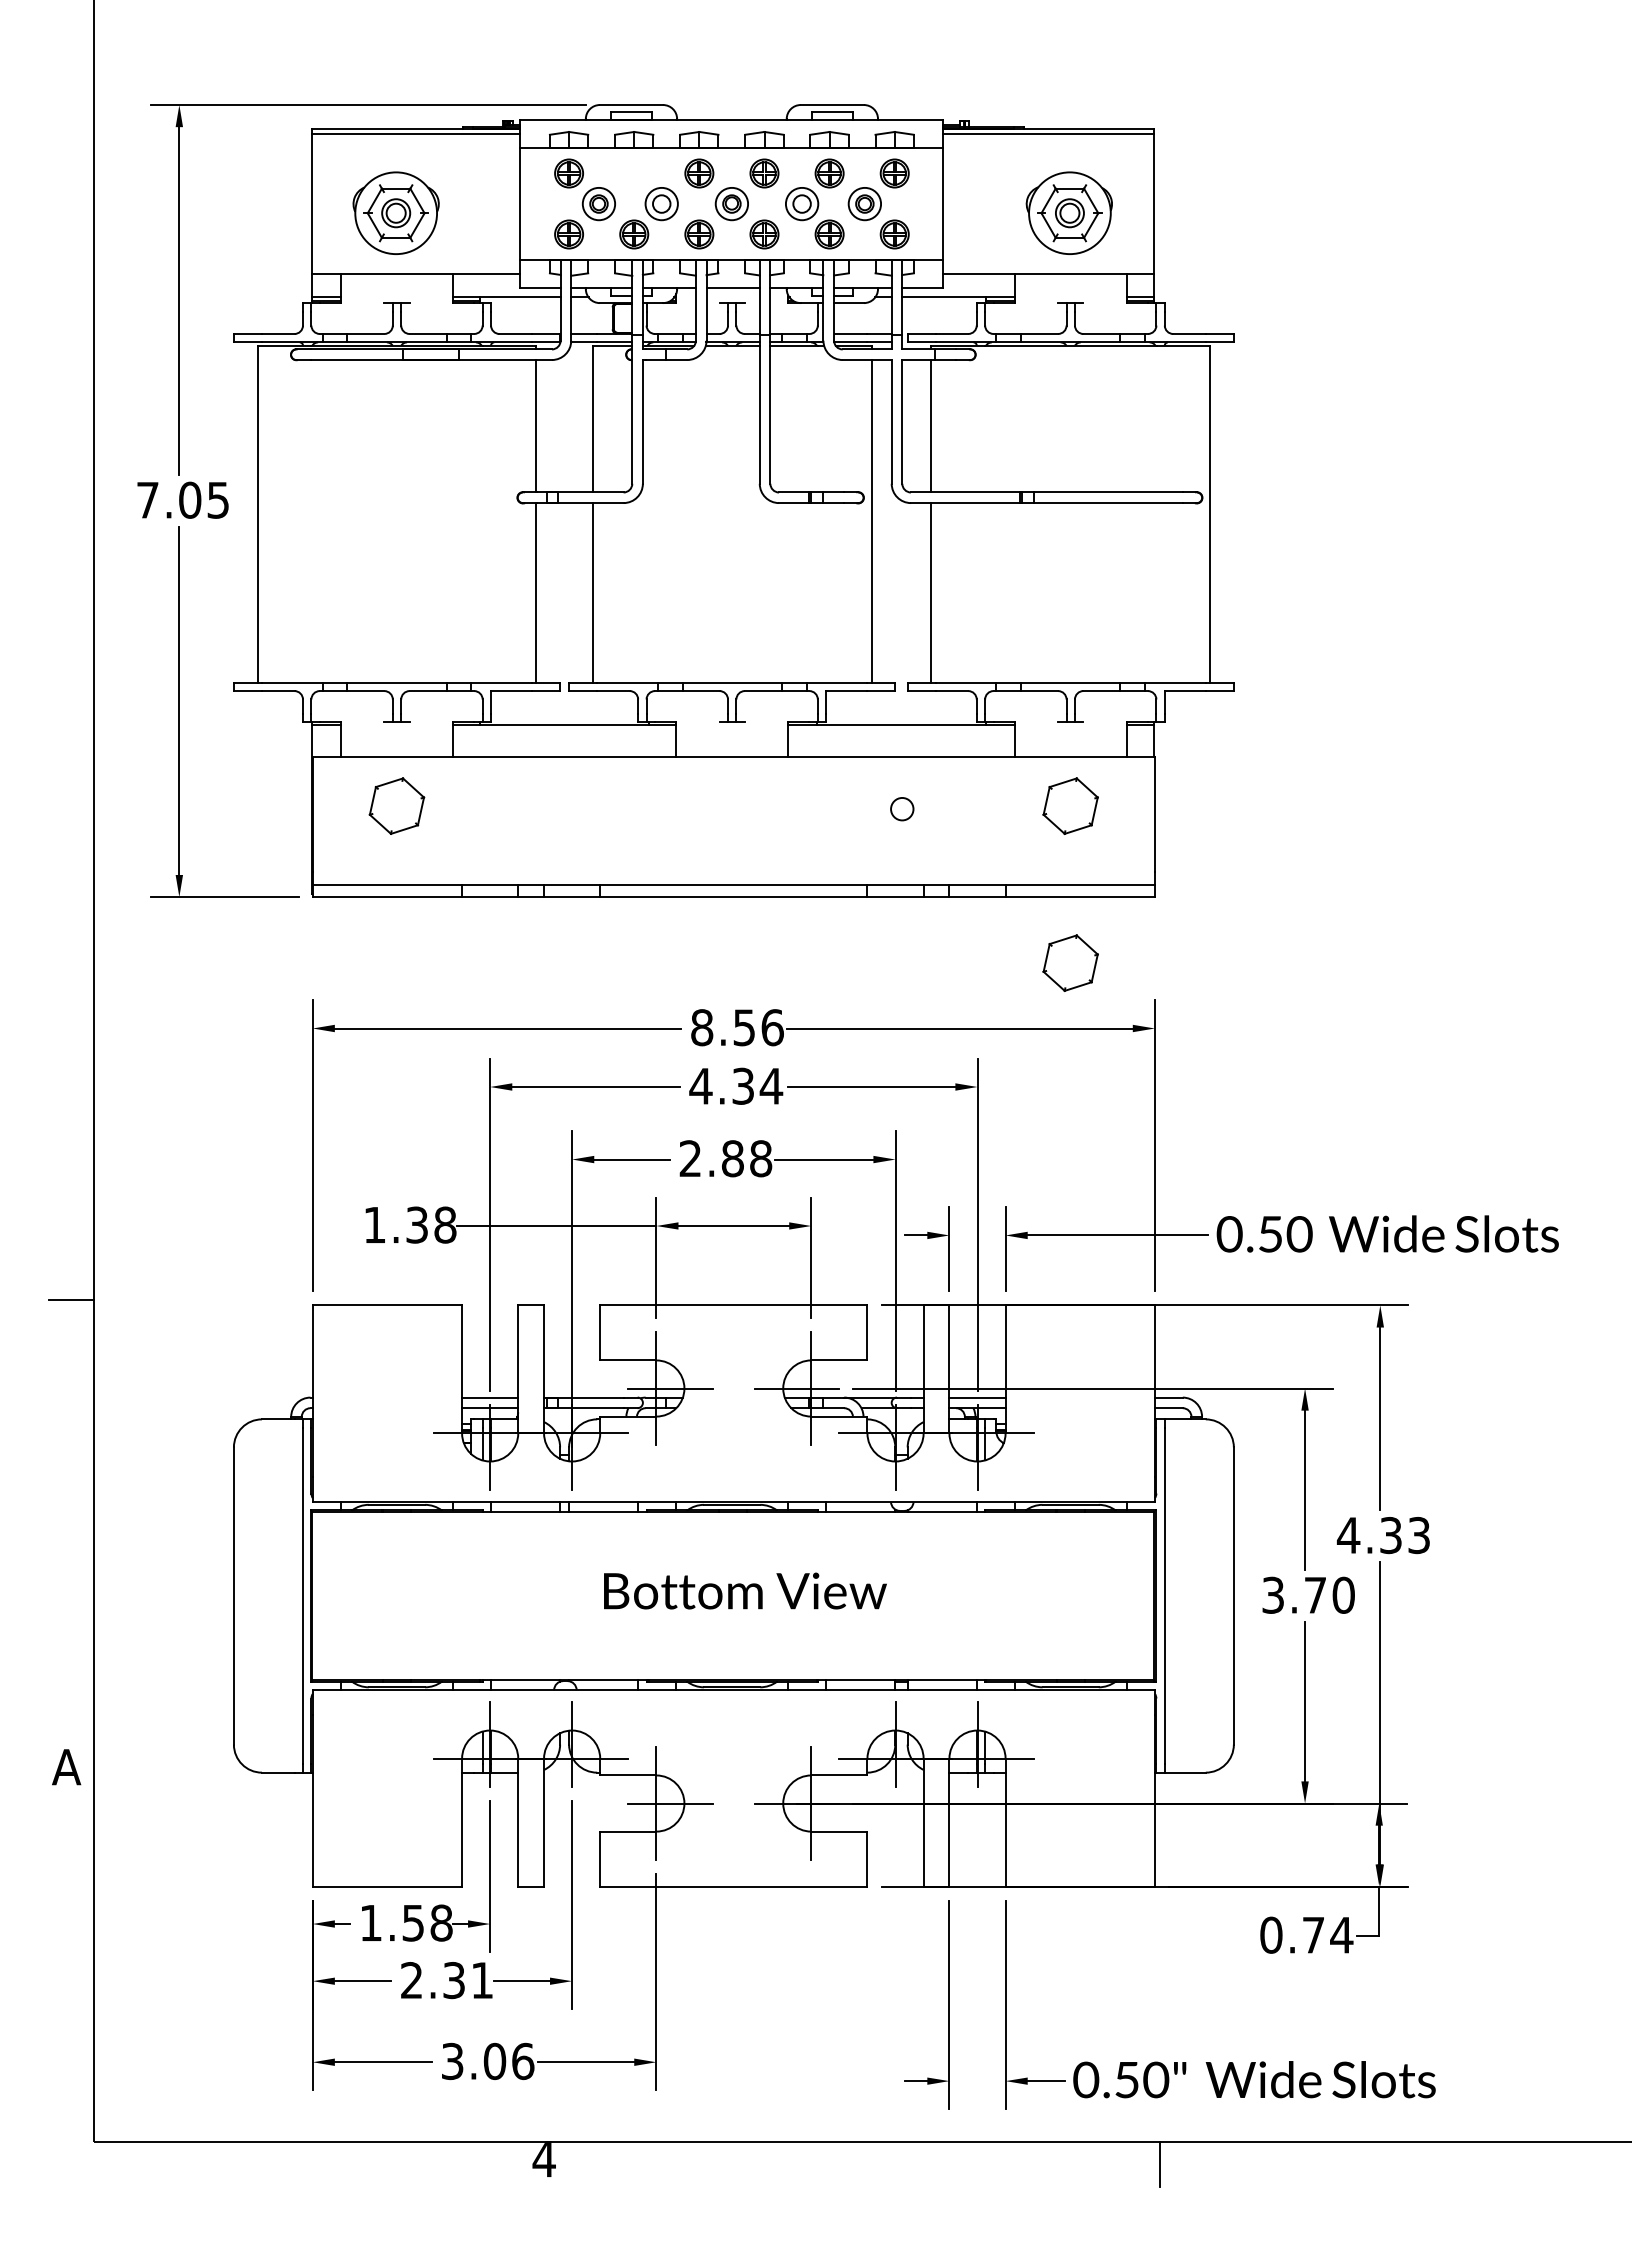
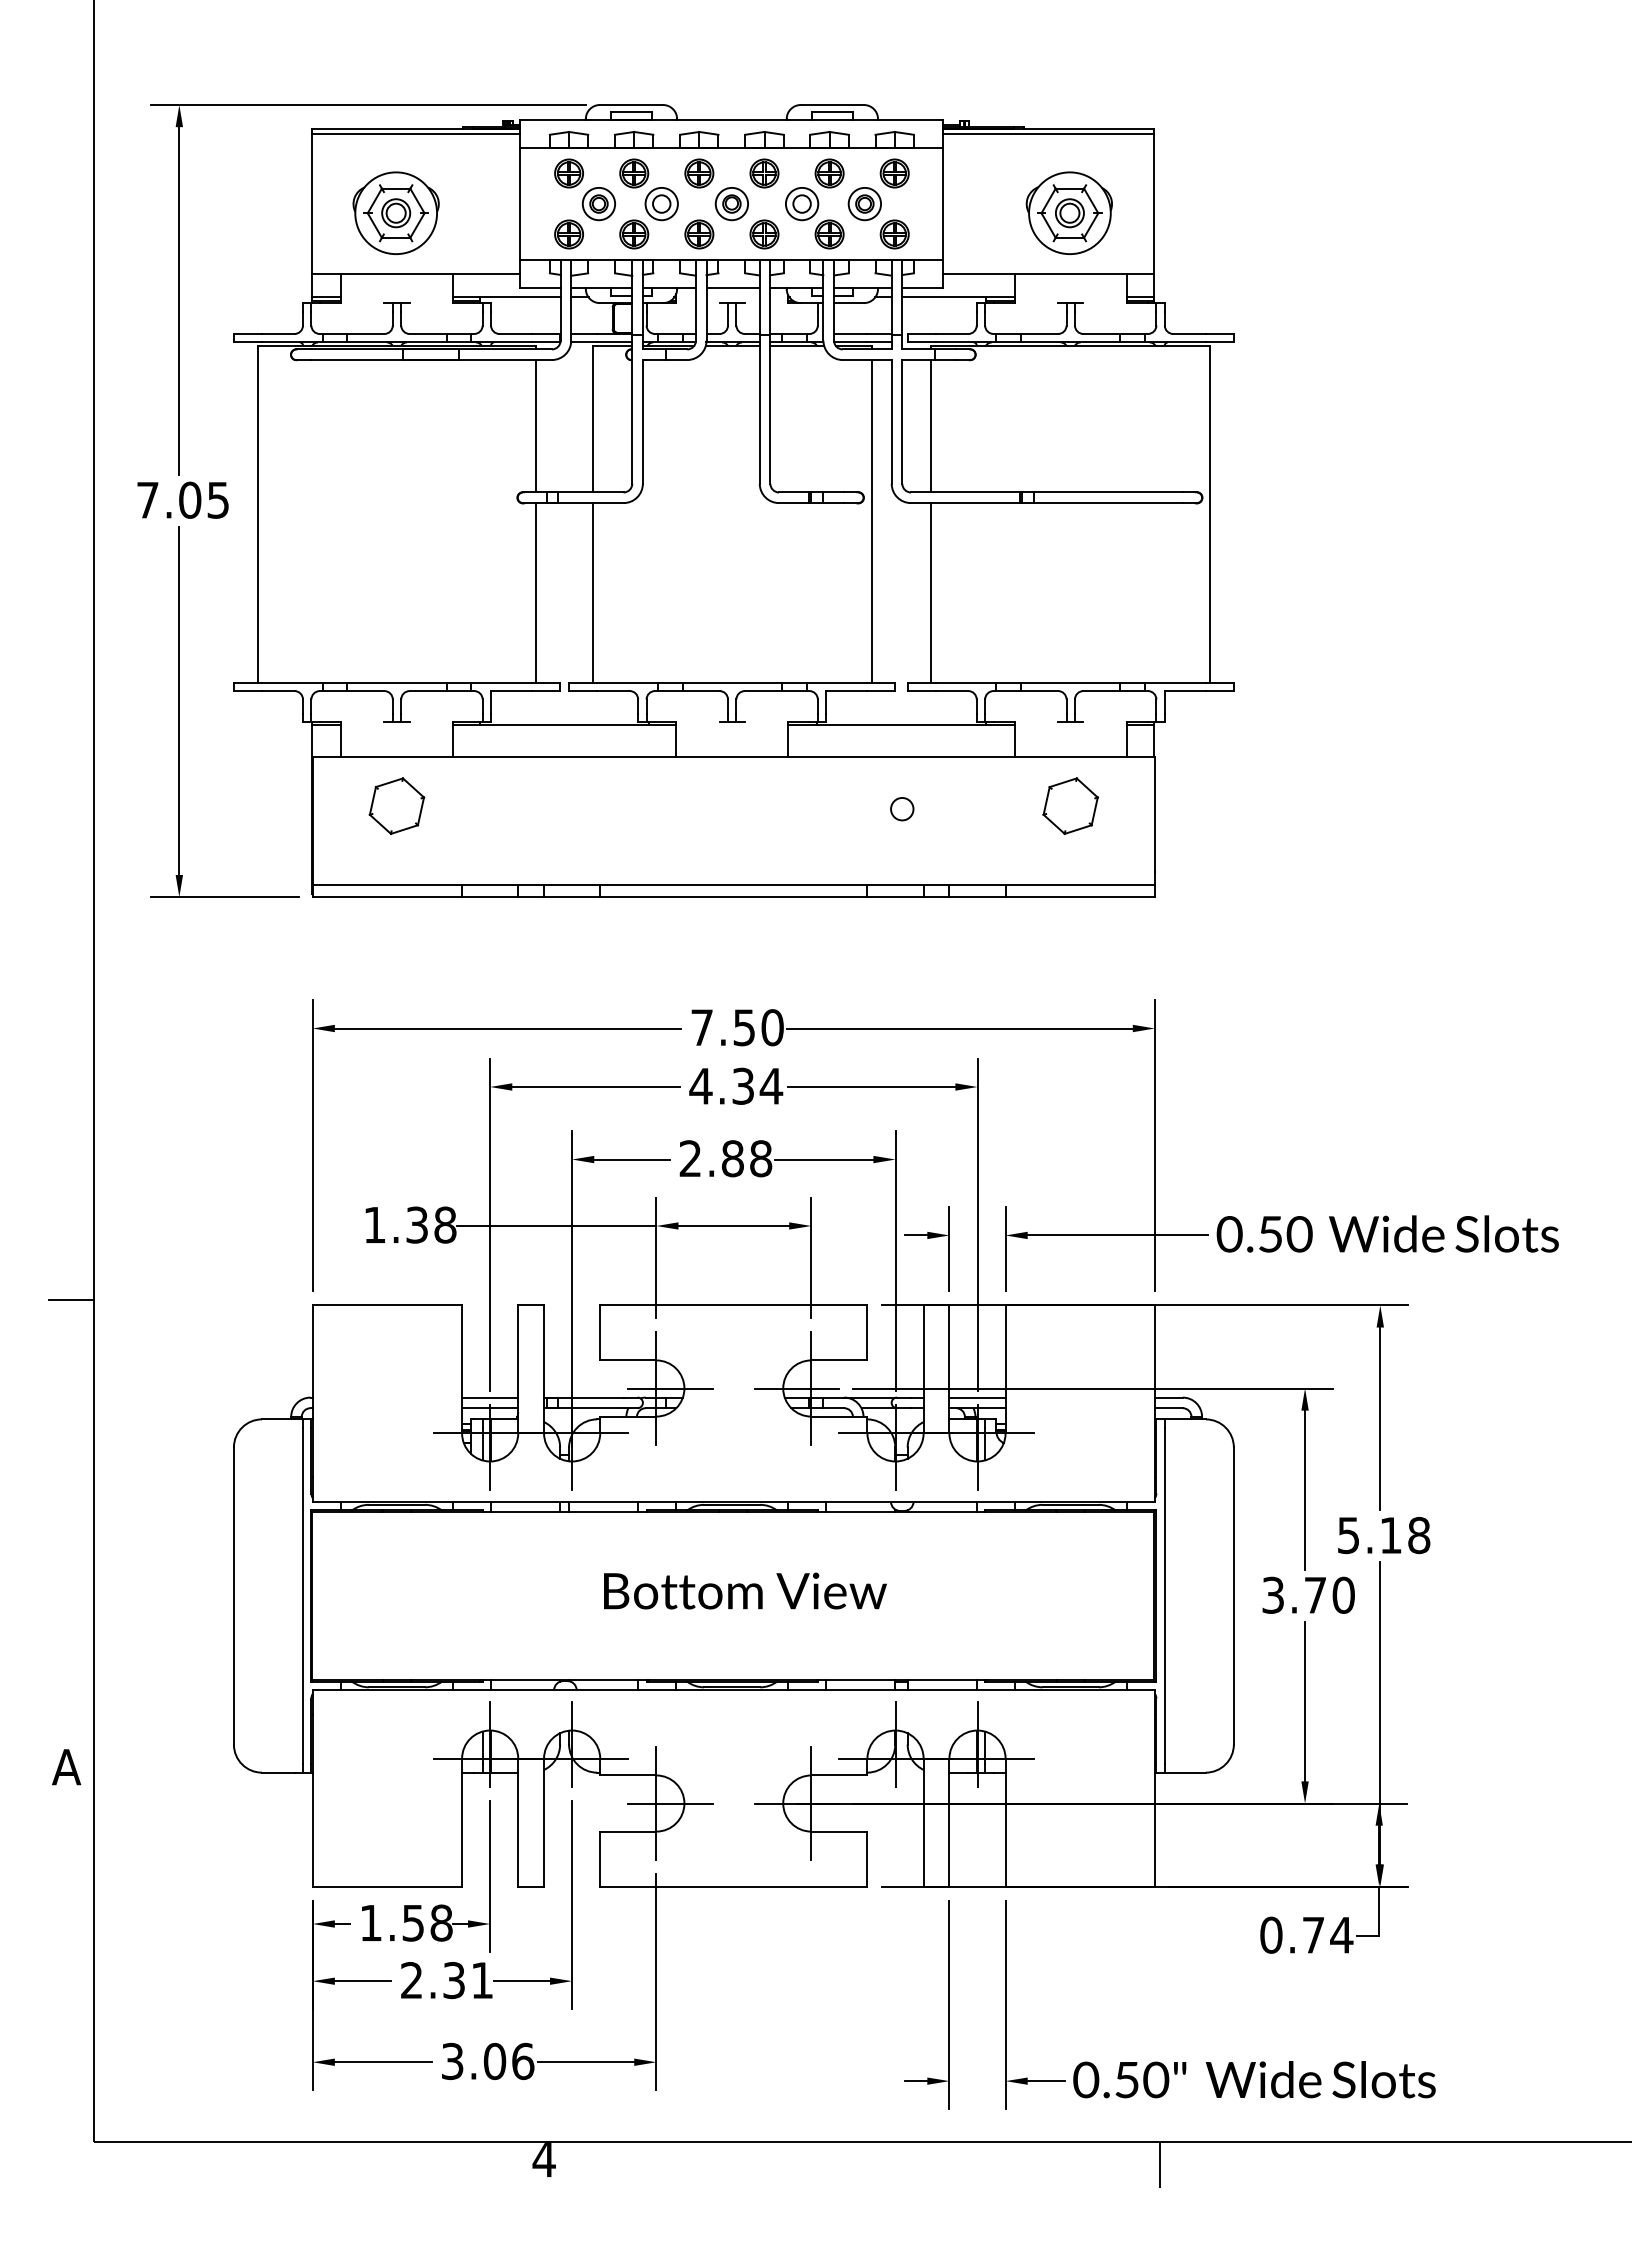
part at (634, 173): none -> present
part at (1070, 962): present -> none
text at (737, 1027): 8.56 -> 7.50
text at (1383, 1535): 4.33 -> 5.18
